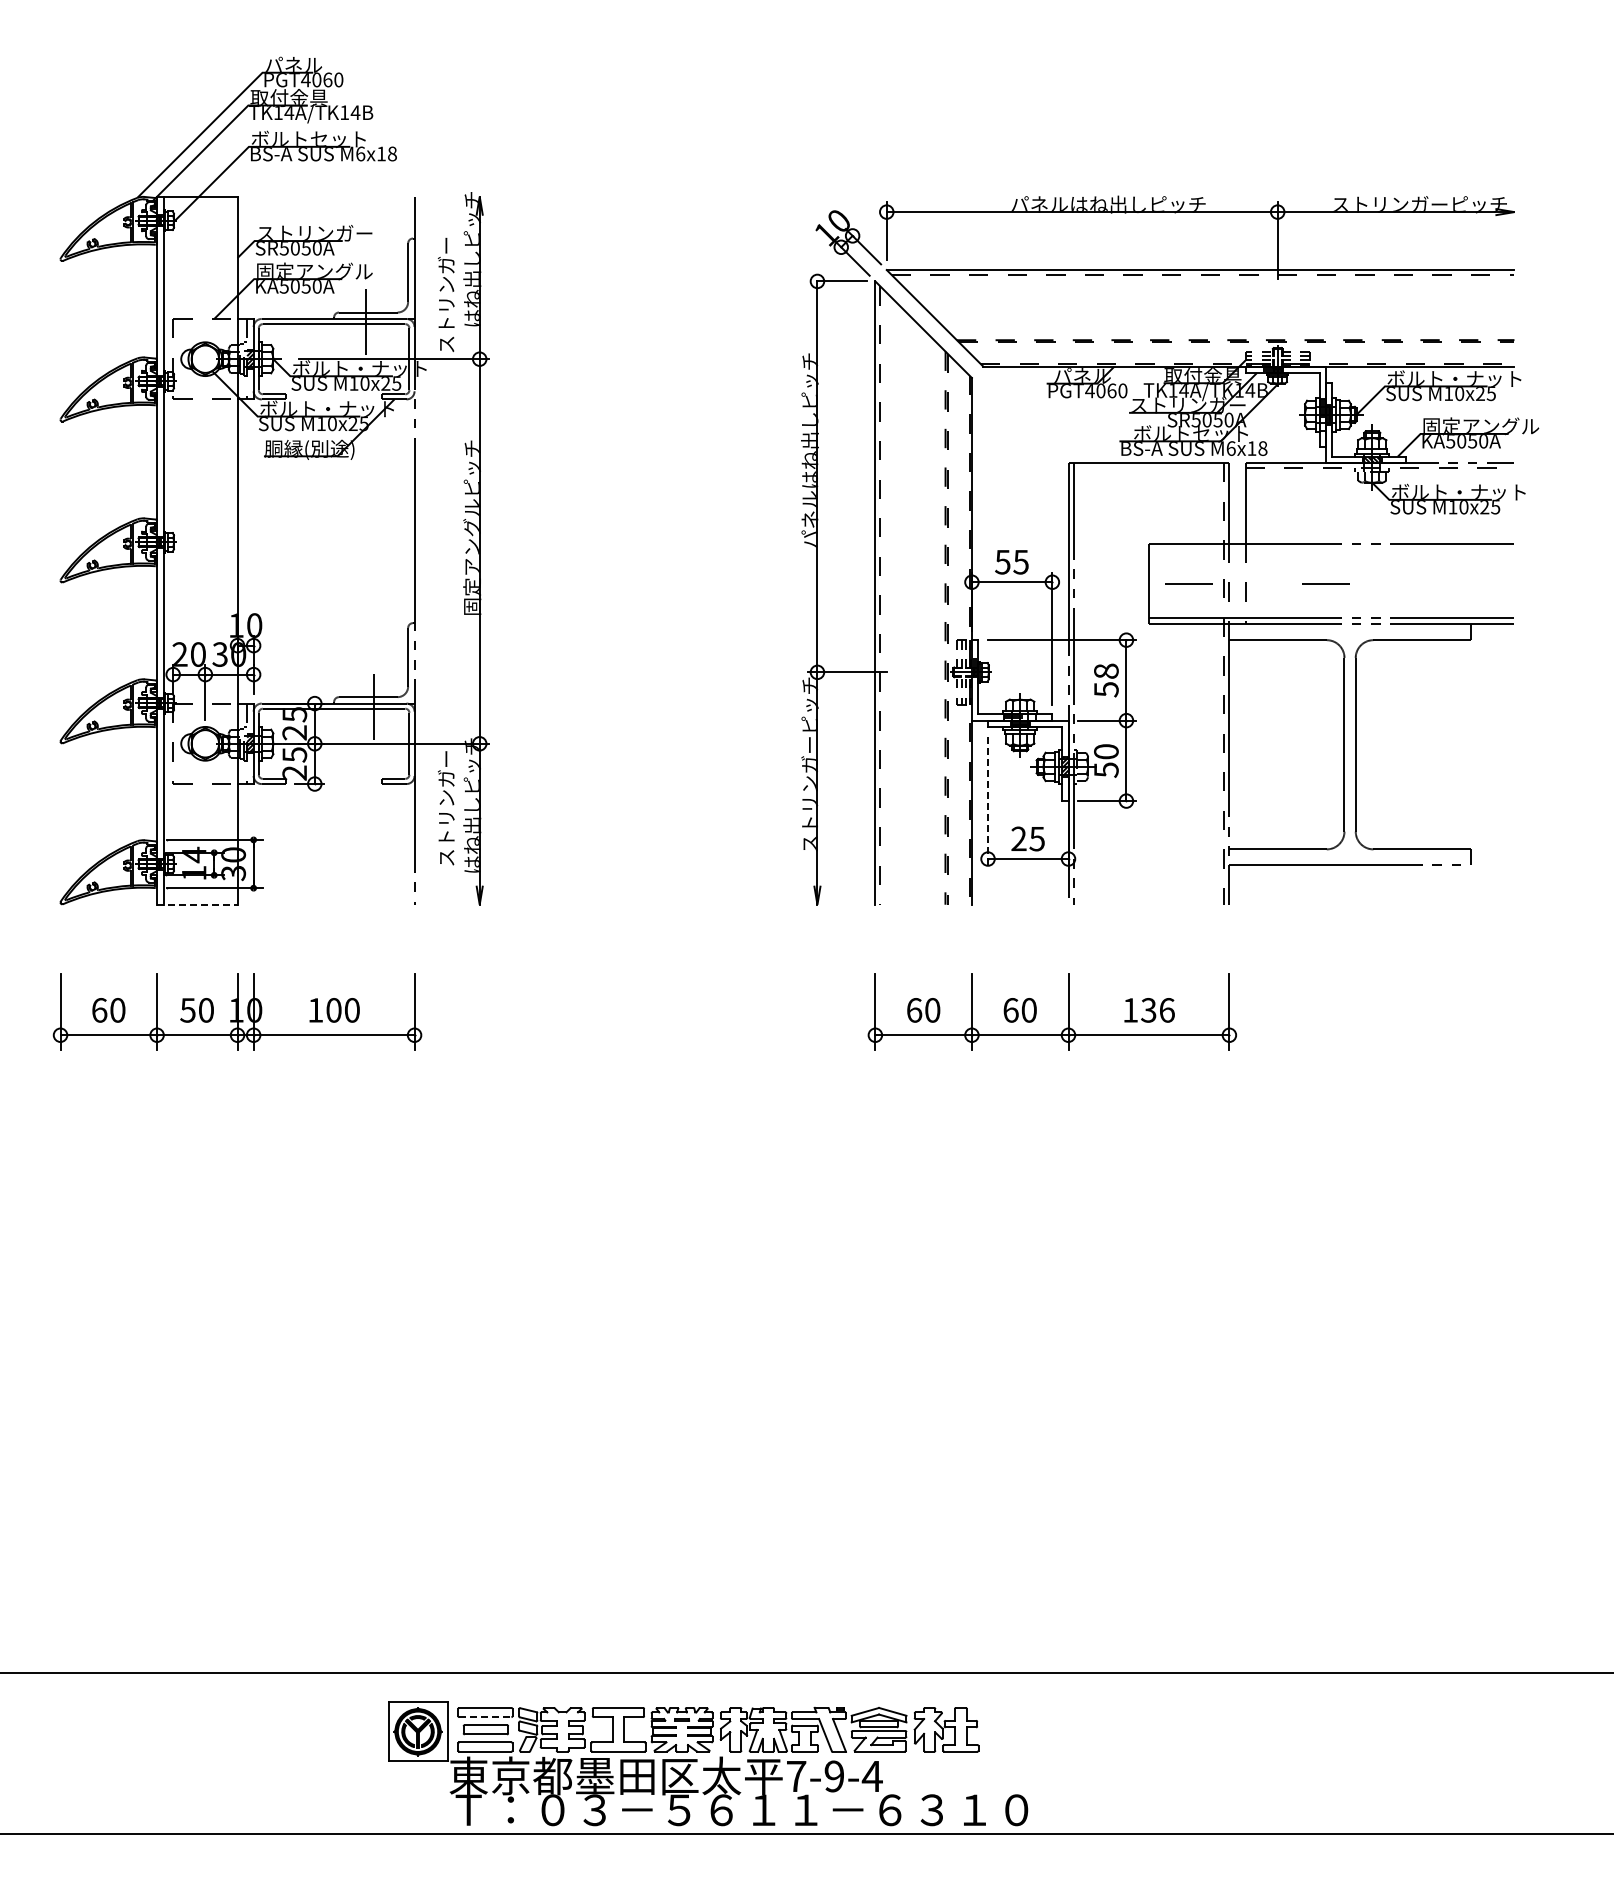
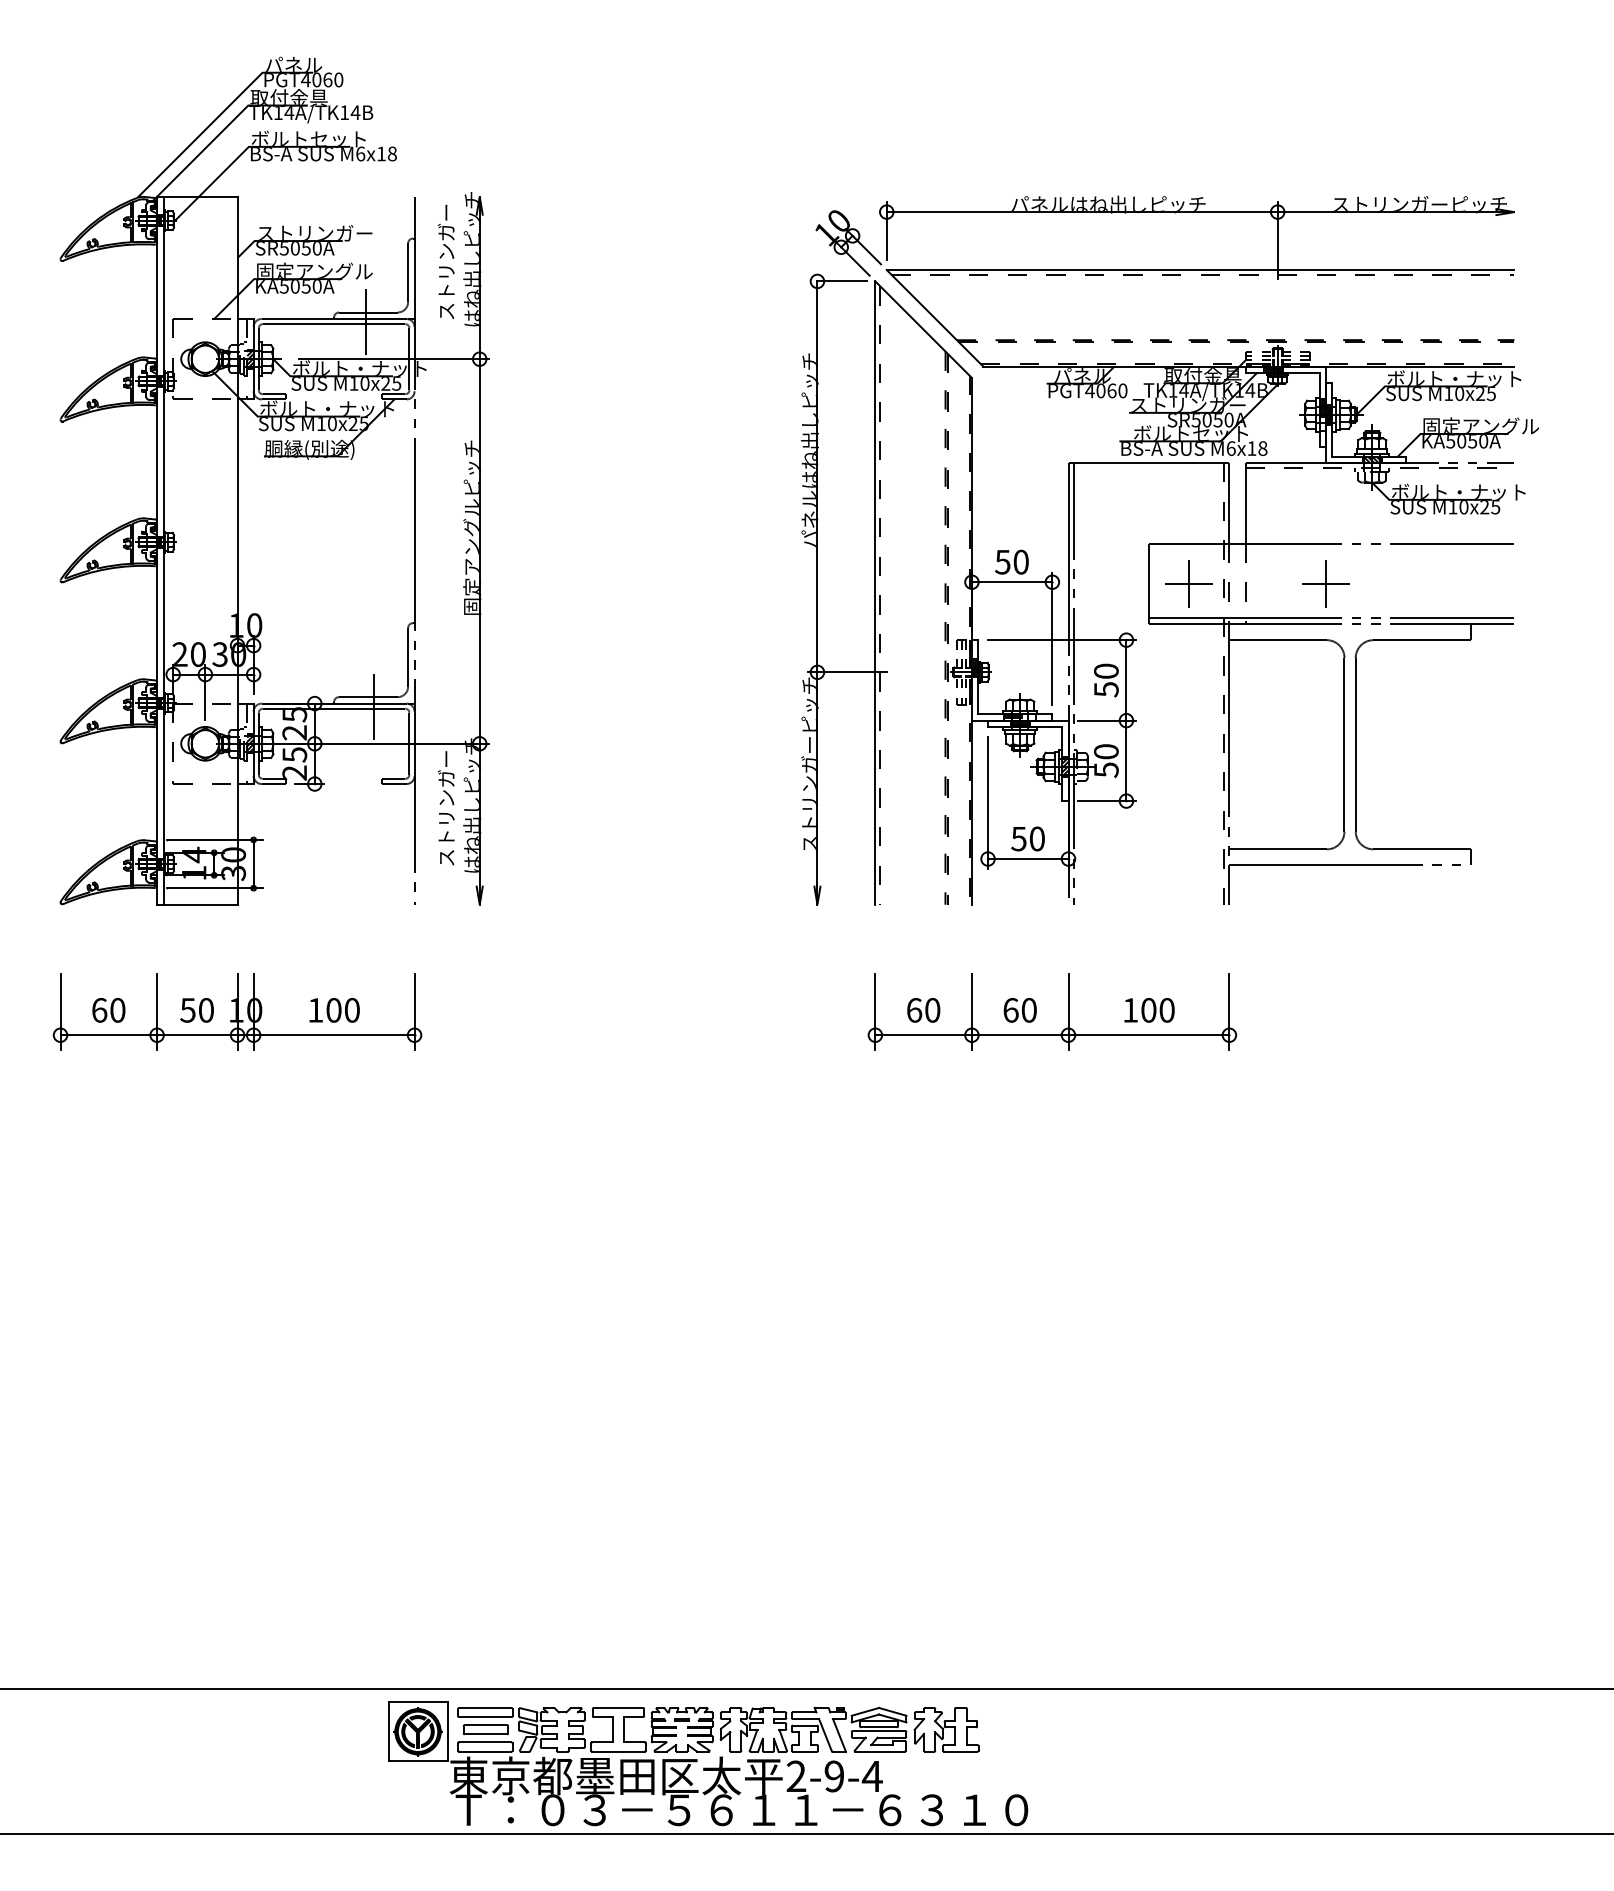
text at (445, 294) position: (445, 294) -> (445, 261)
text at (1020, 561): 55 -> 50
line at (1189, 583): none -> present
line at (1325, 583): none -> present
text at (1106, 670): 58 -> 50
line at (988, 802): dashed -> solid
text at (1027, 838): 25 -> 50
line at (197, 904): dashed -> solid
text at (1157, 1010): 136 -> 100
line at (806, 1673) position: (806, 1673) -> (806, 1689)
line at (485, 1717): dashed -> solid
text at (796, 1775): 7-9-4 -> 2-9-4
